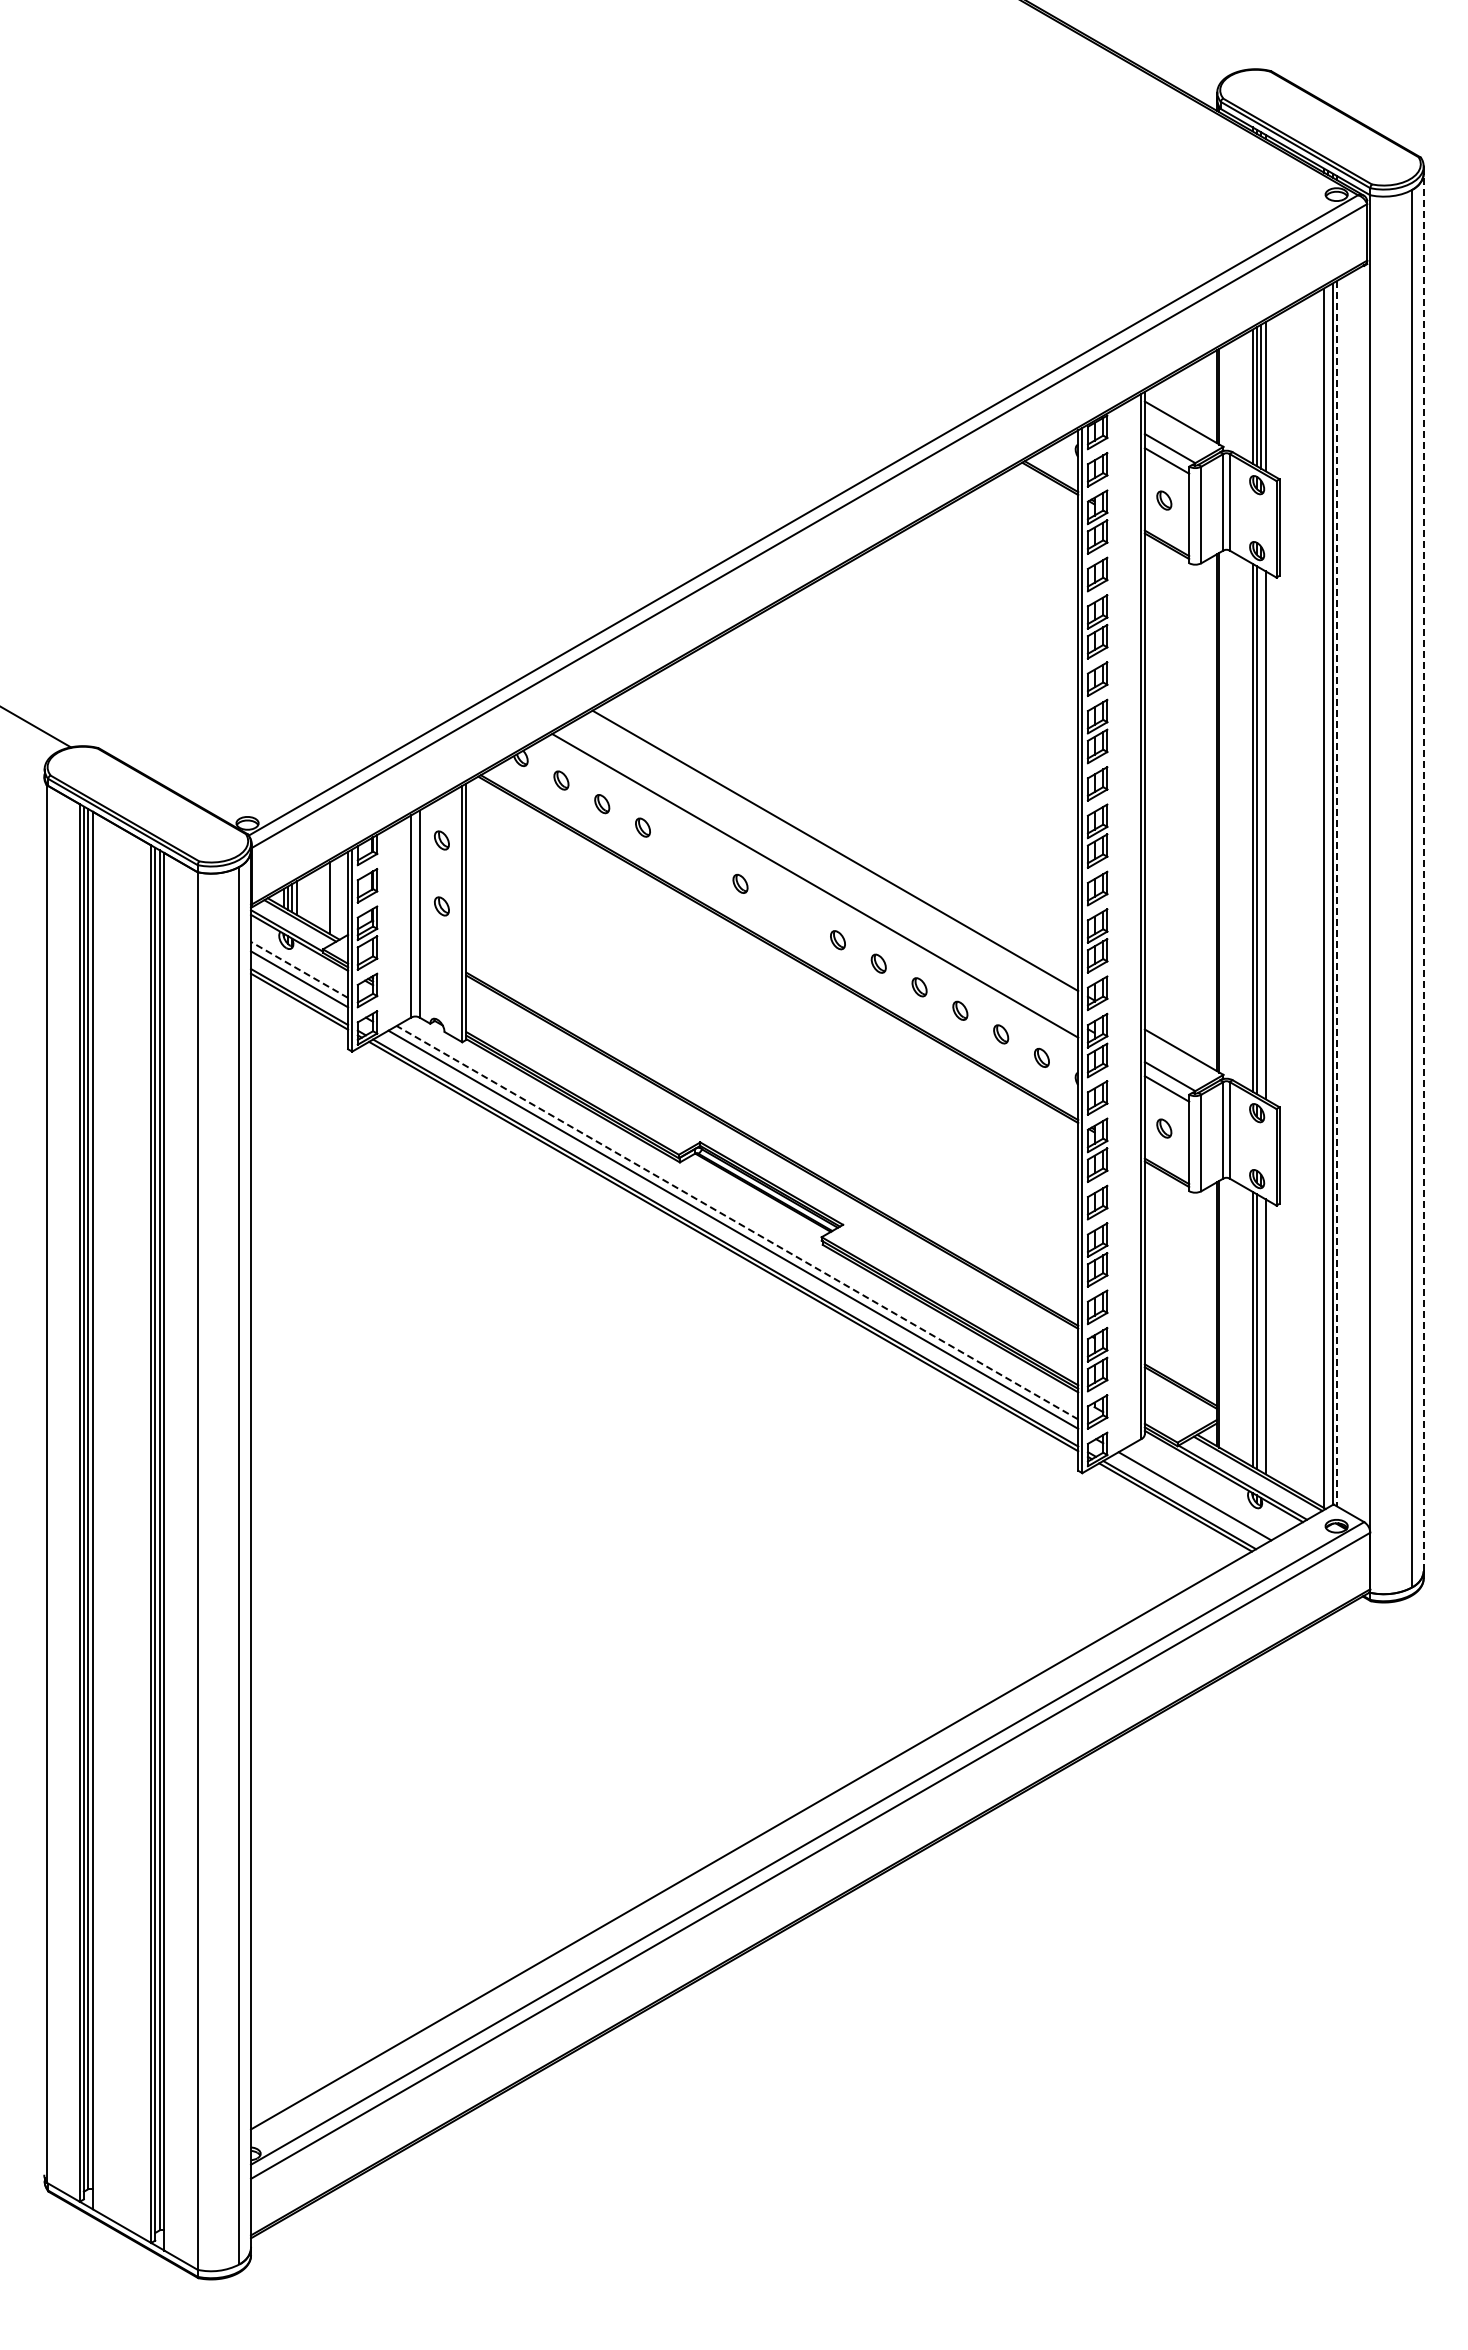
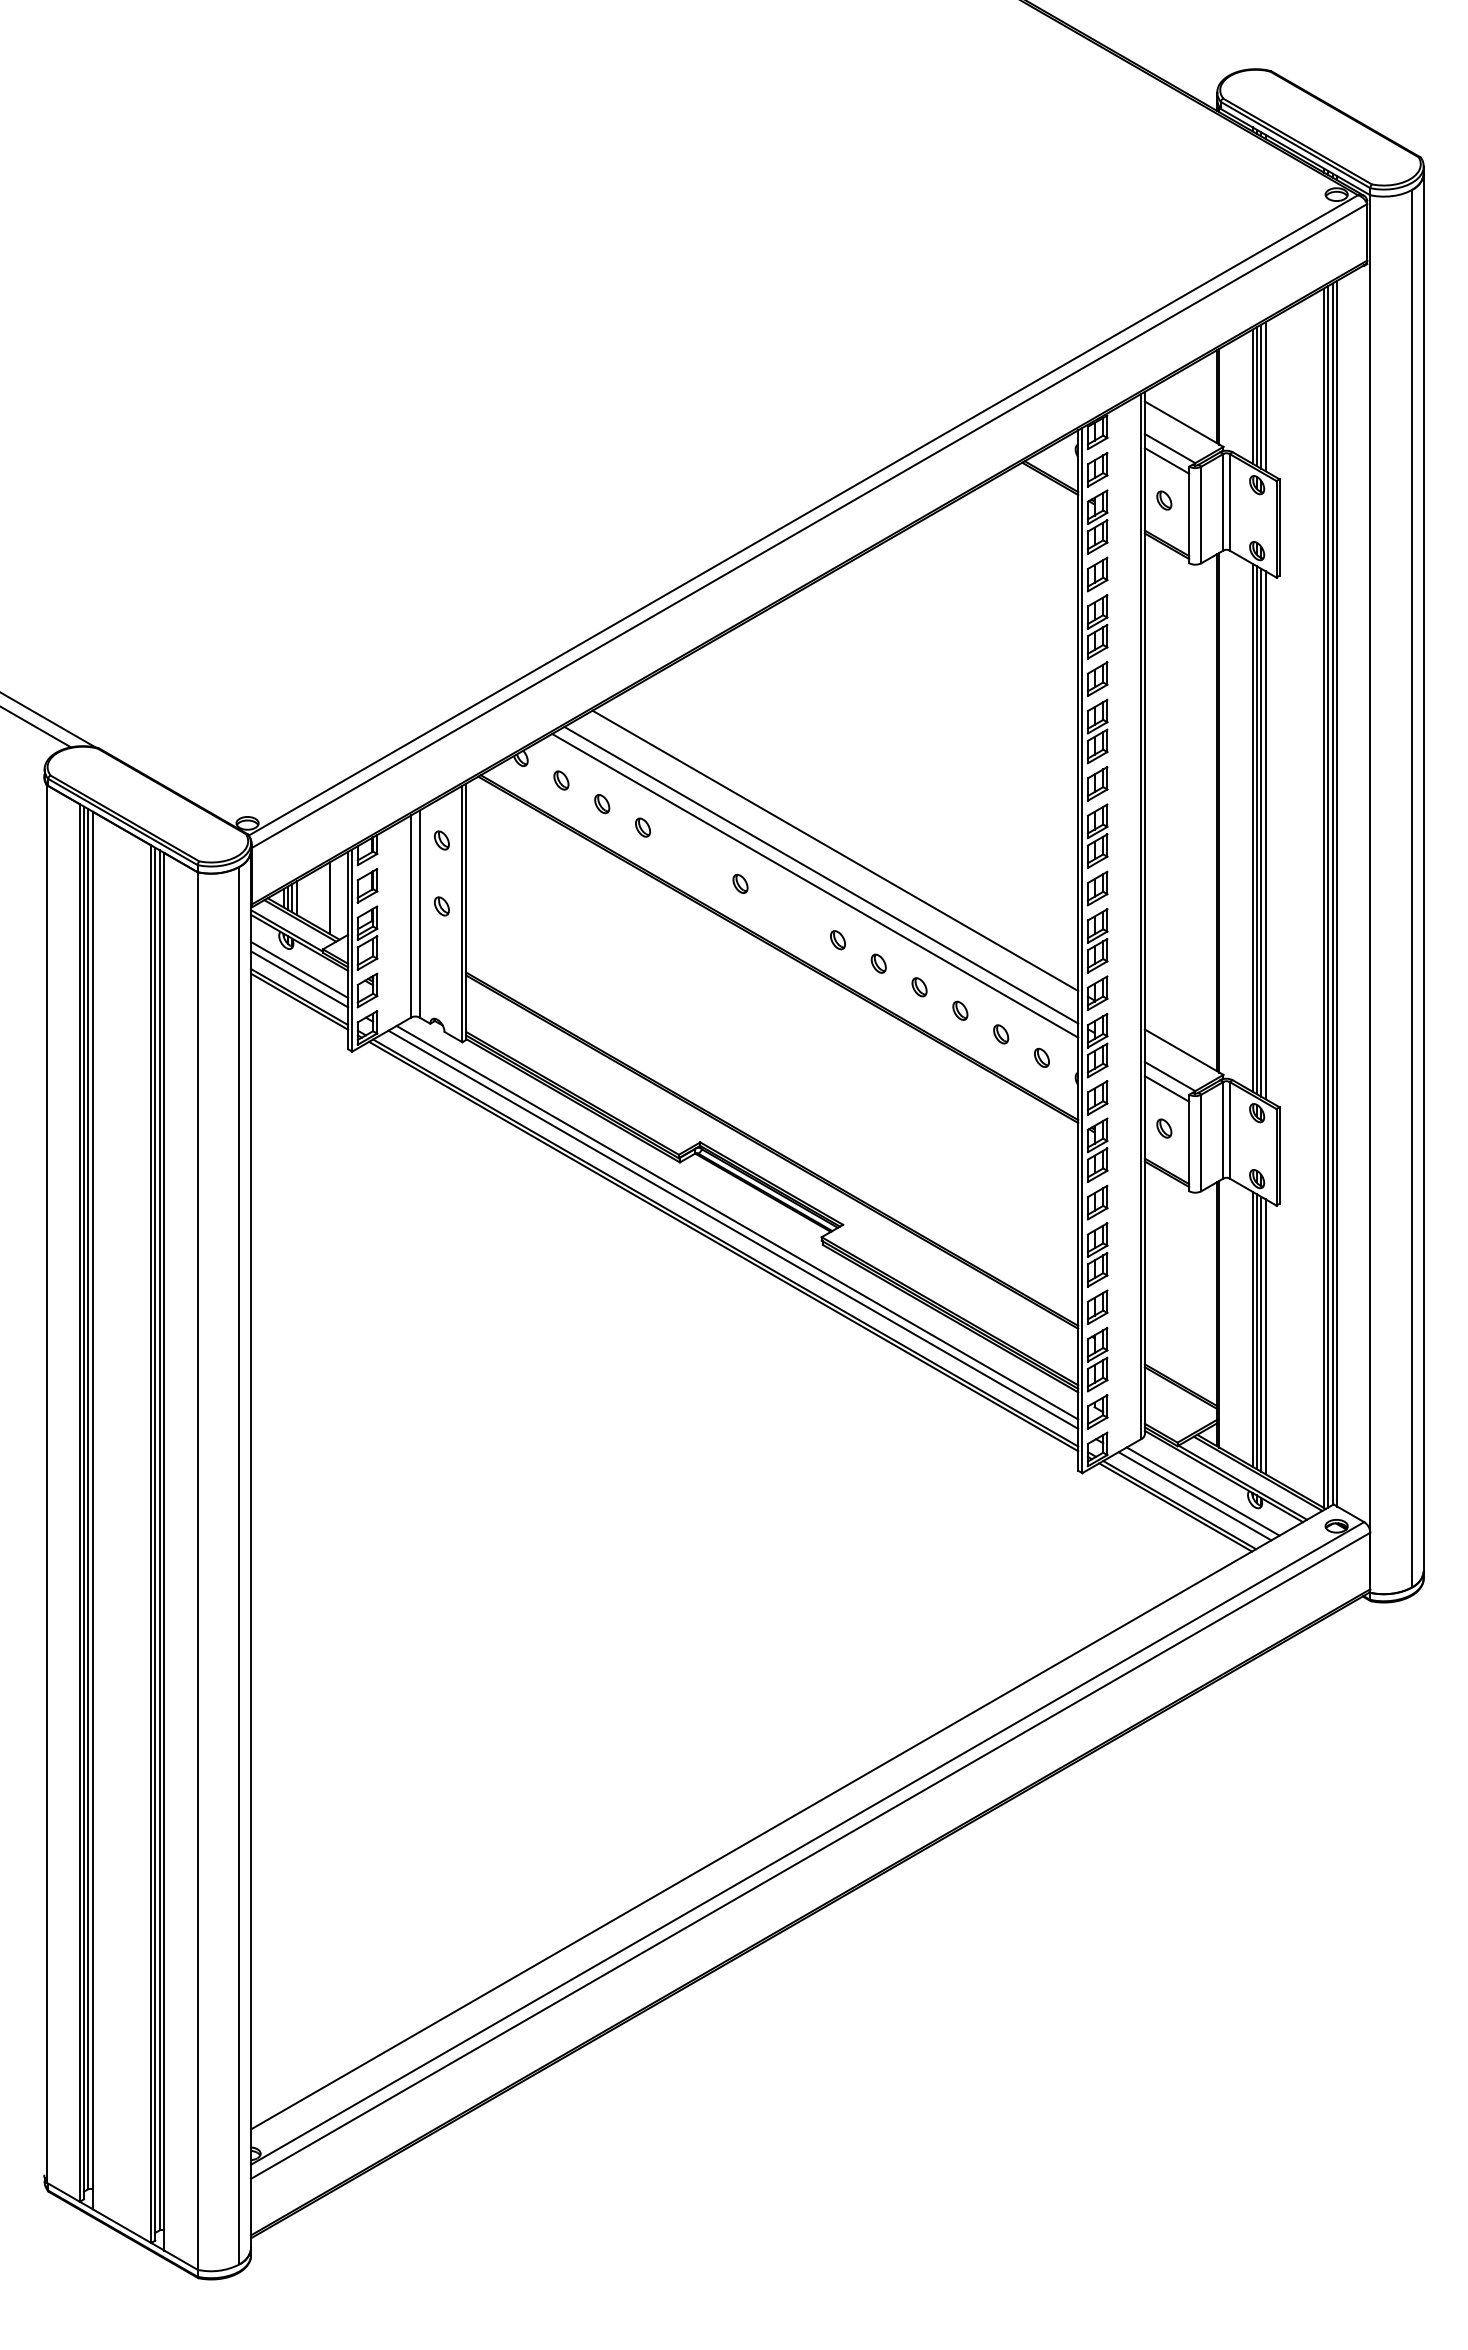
line at (48, 720): none -> present
line at (1261, 832): none -> present
line at (1423, 872): dashed -> solid
line at (821, 874): none -> present
line at (1337, 893): dashed -> solid
line at (1328, 896): none -> present
line at (299, 969): dashed -> solid
line at (737, 1222): dashed -> solid
line at (1261, 1333): none -> present
line at (1202, 1491): none -> present
